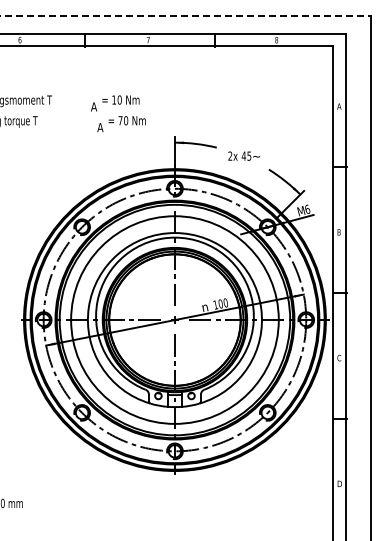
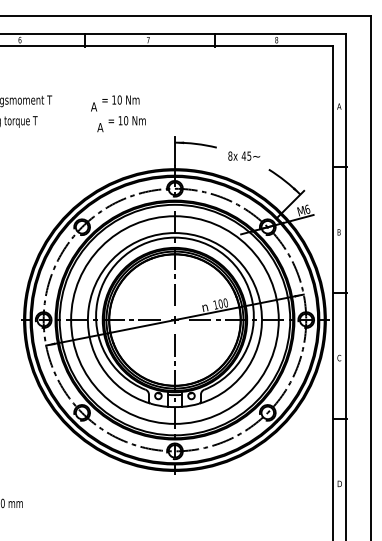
line at (185, 16): dashed -> solid
text at (120, 120): 70 -> 10
text at (230, 155): 2x -> 8x
